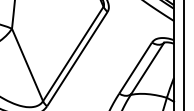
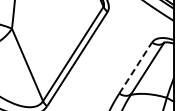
line at (184, 54): present -> none
line at (135, 68): solid -> dashed
